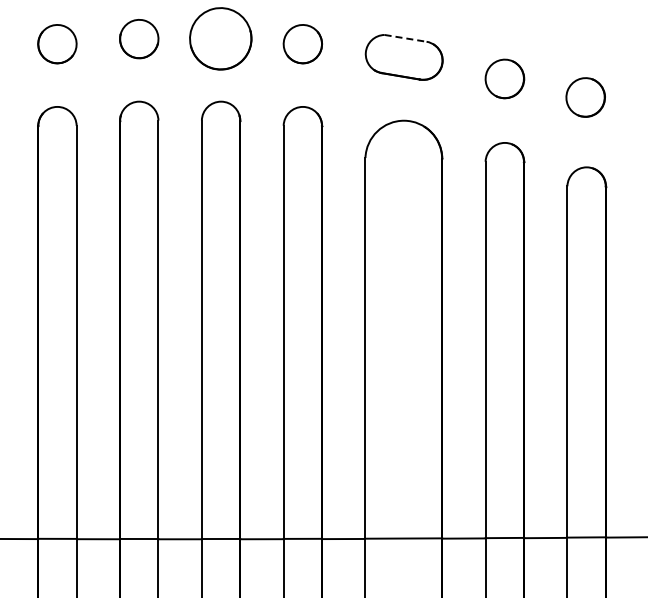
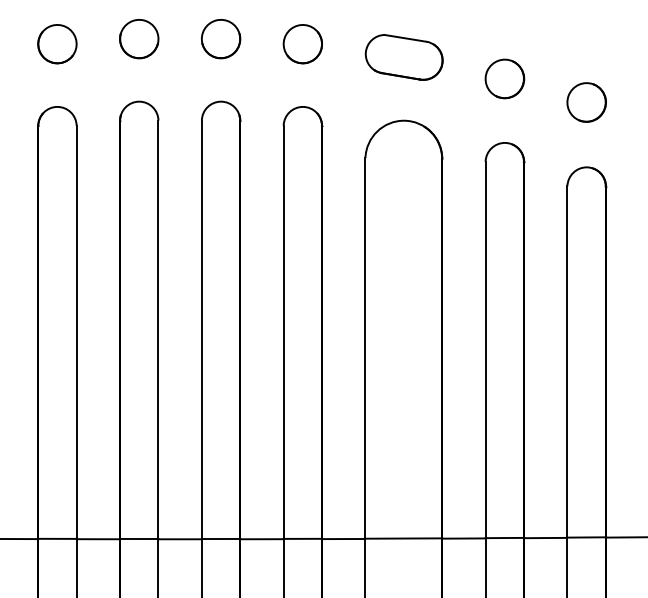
part at (220, 38) size: 64x64 px -> 41x41 px
line at (406, 38): dashed -> solid
part at (585, 97) position: (585, 97) -> (586, 102)
